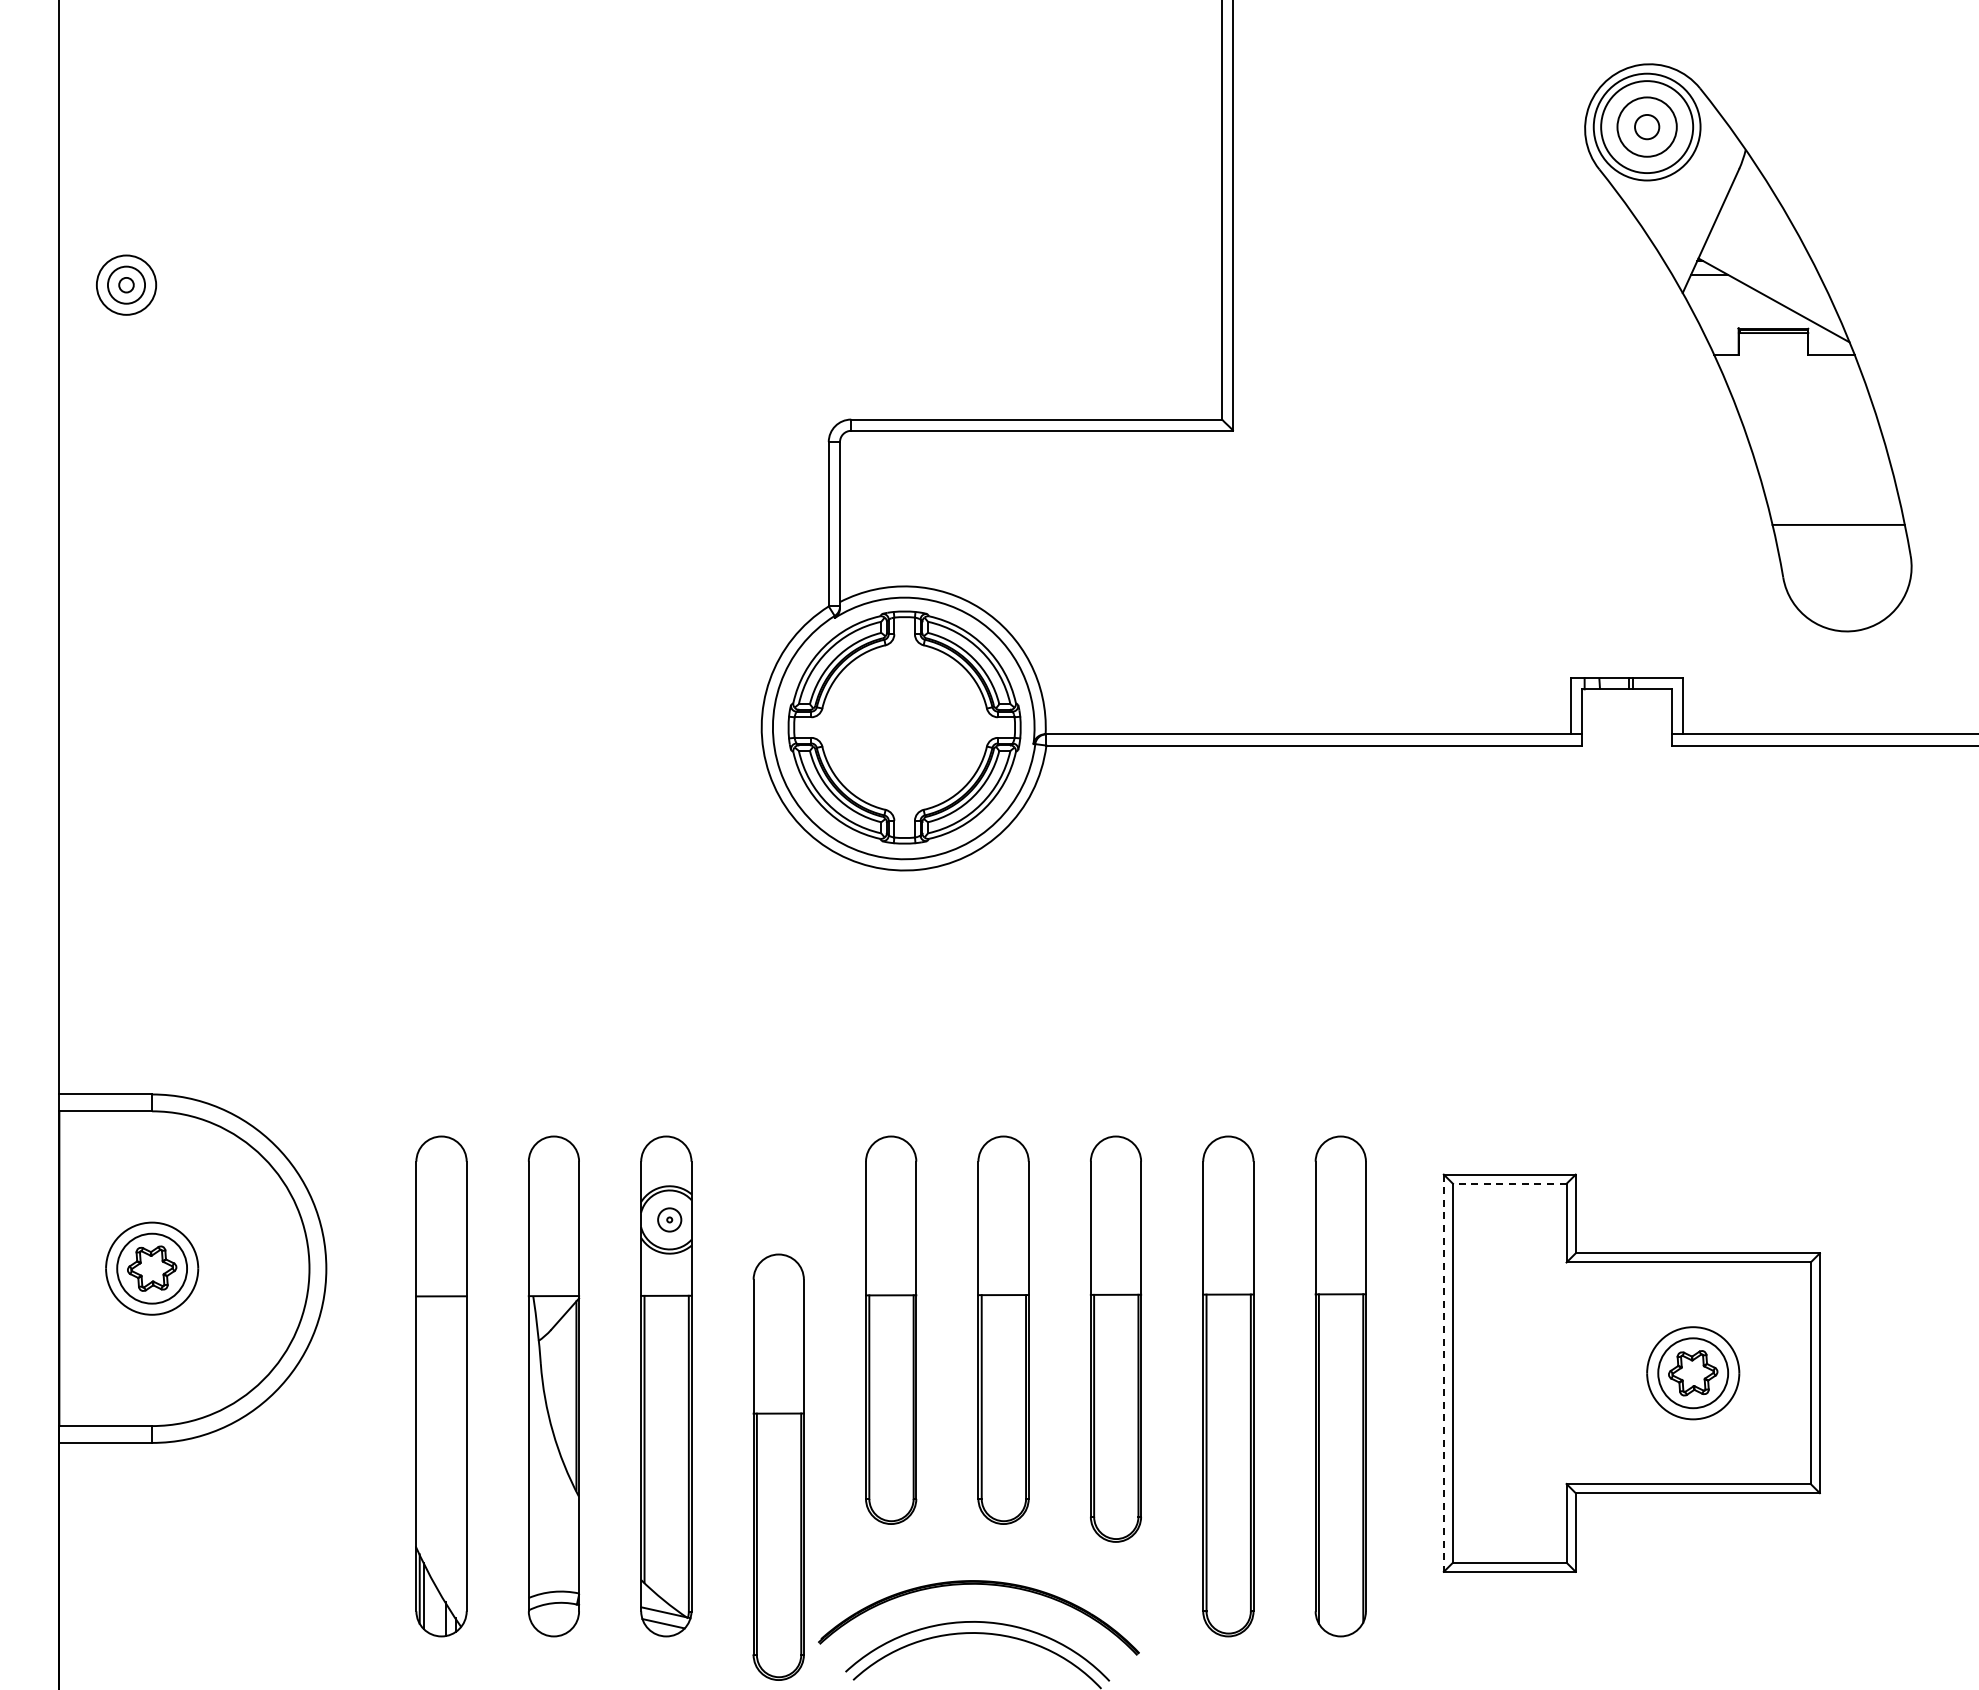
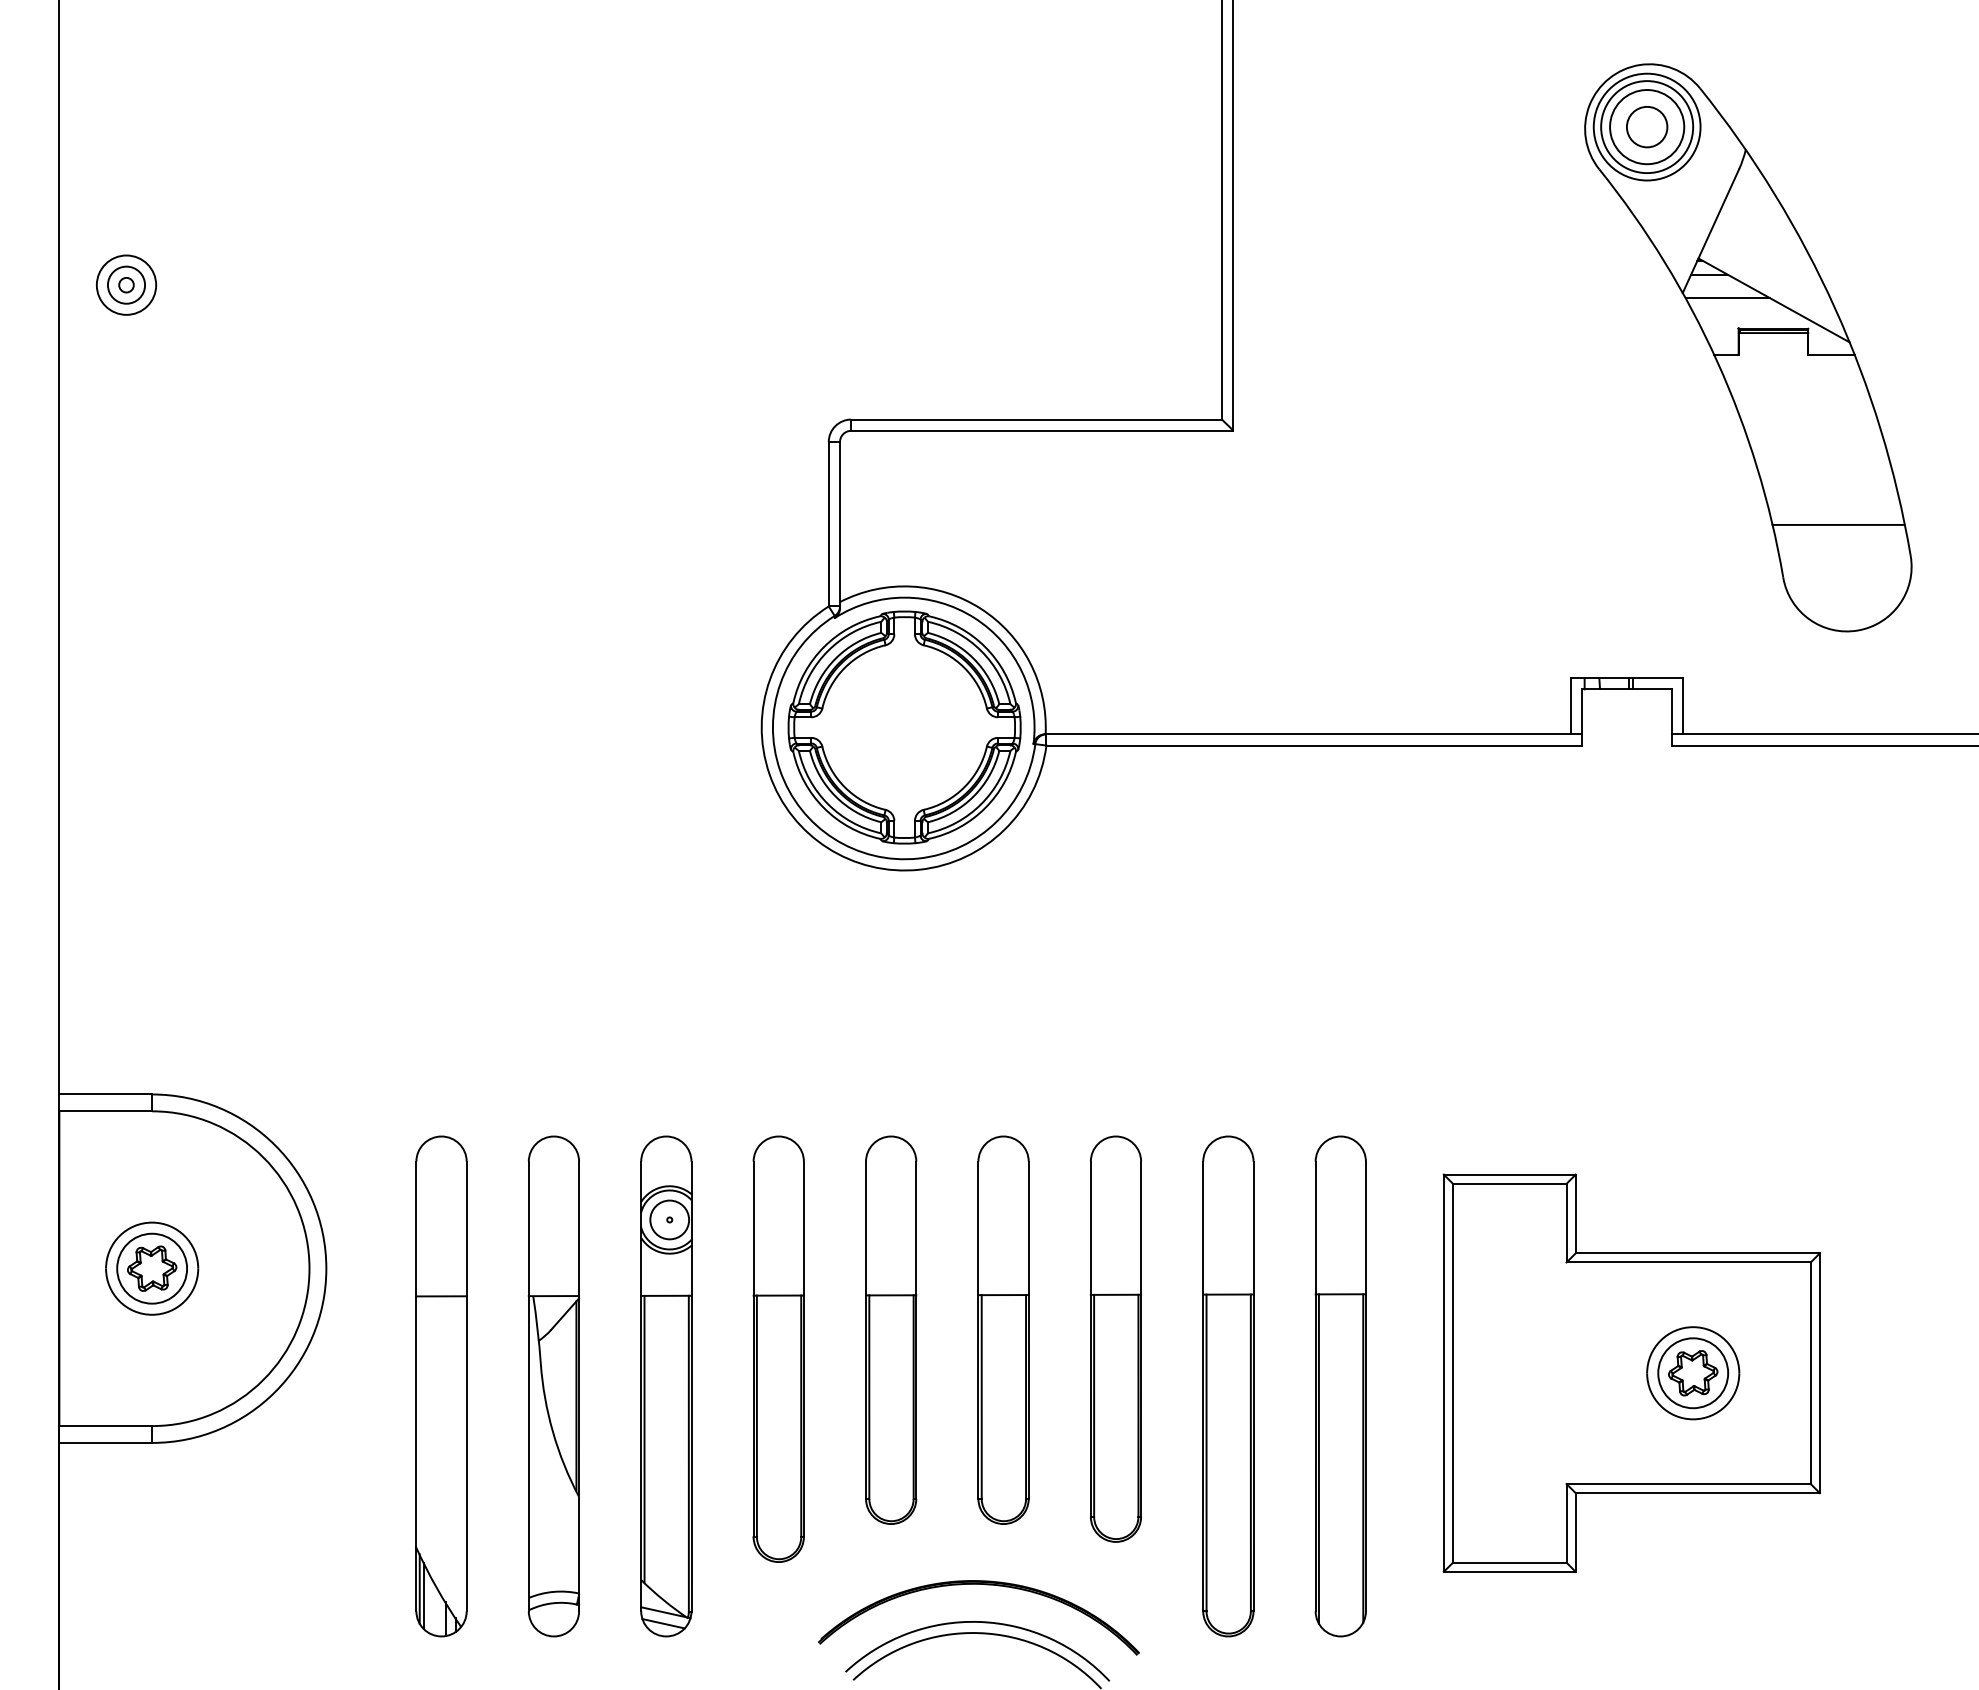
circle at (1646, 126) diameter: 59 px -> 74 px
circle at (1647, 126) diameter: 24 px -> 40 px
line at (1727, 298): none -> present
line at (1509, 1183): dashed -> solid
circle at (669, 1219) diameter: 23 px -> 39 px
line at (1443, 1373): dashed -> solid
part at (778, 1466) position: (778, 1466) -> (778, 1348)
